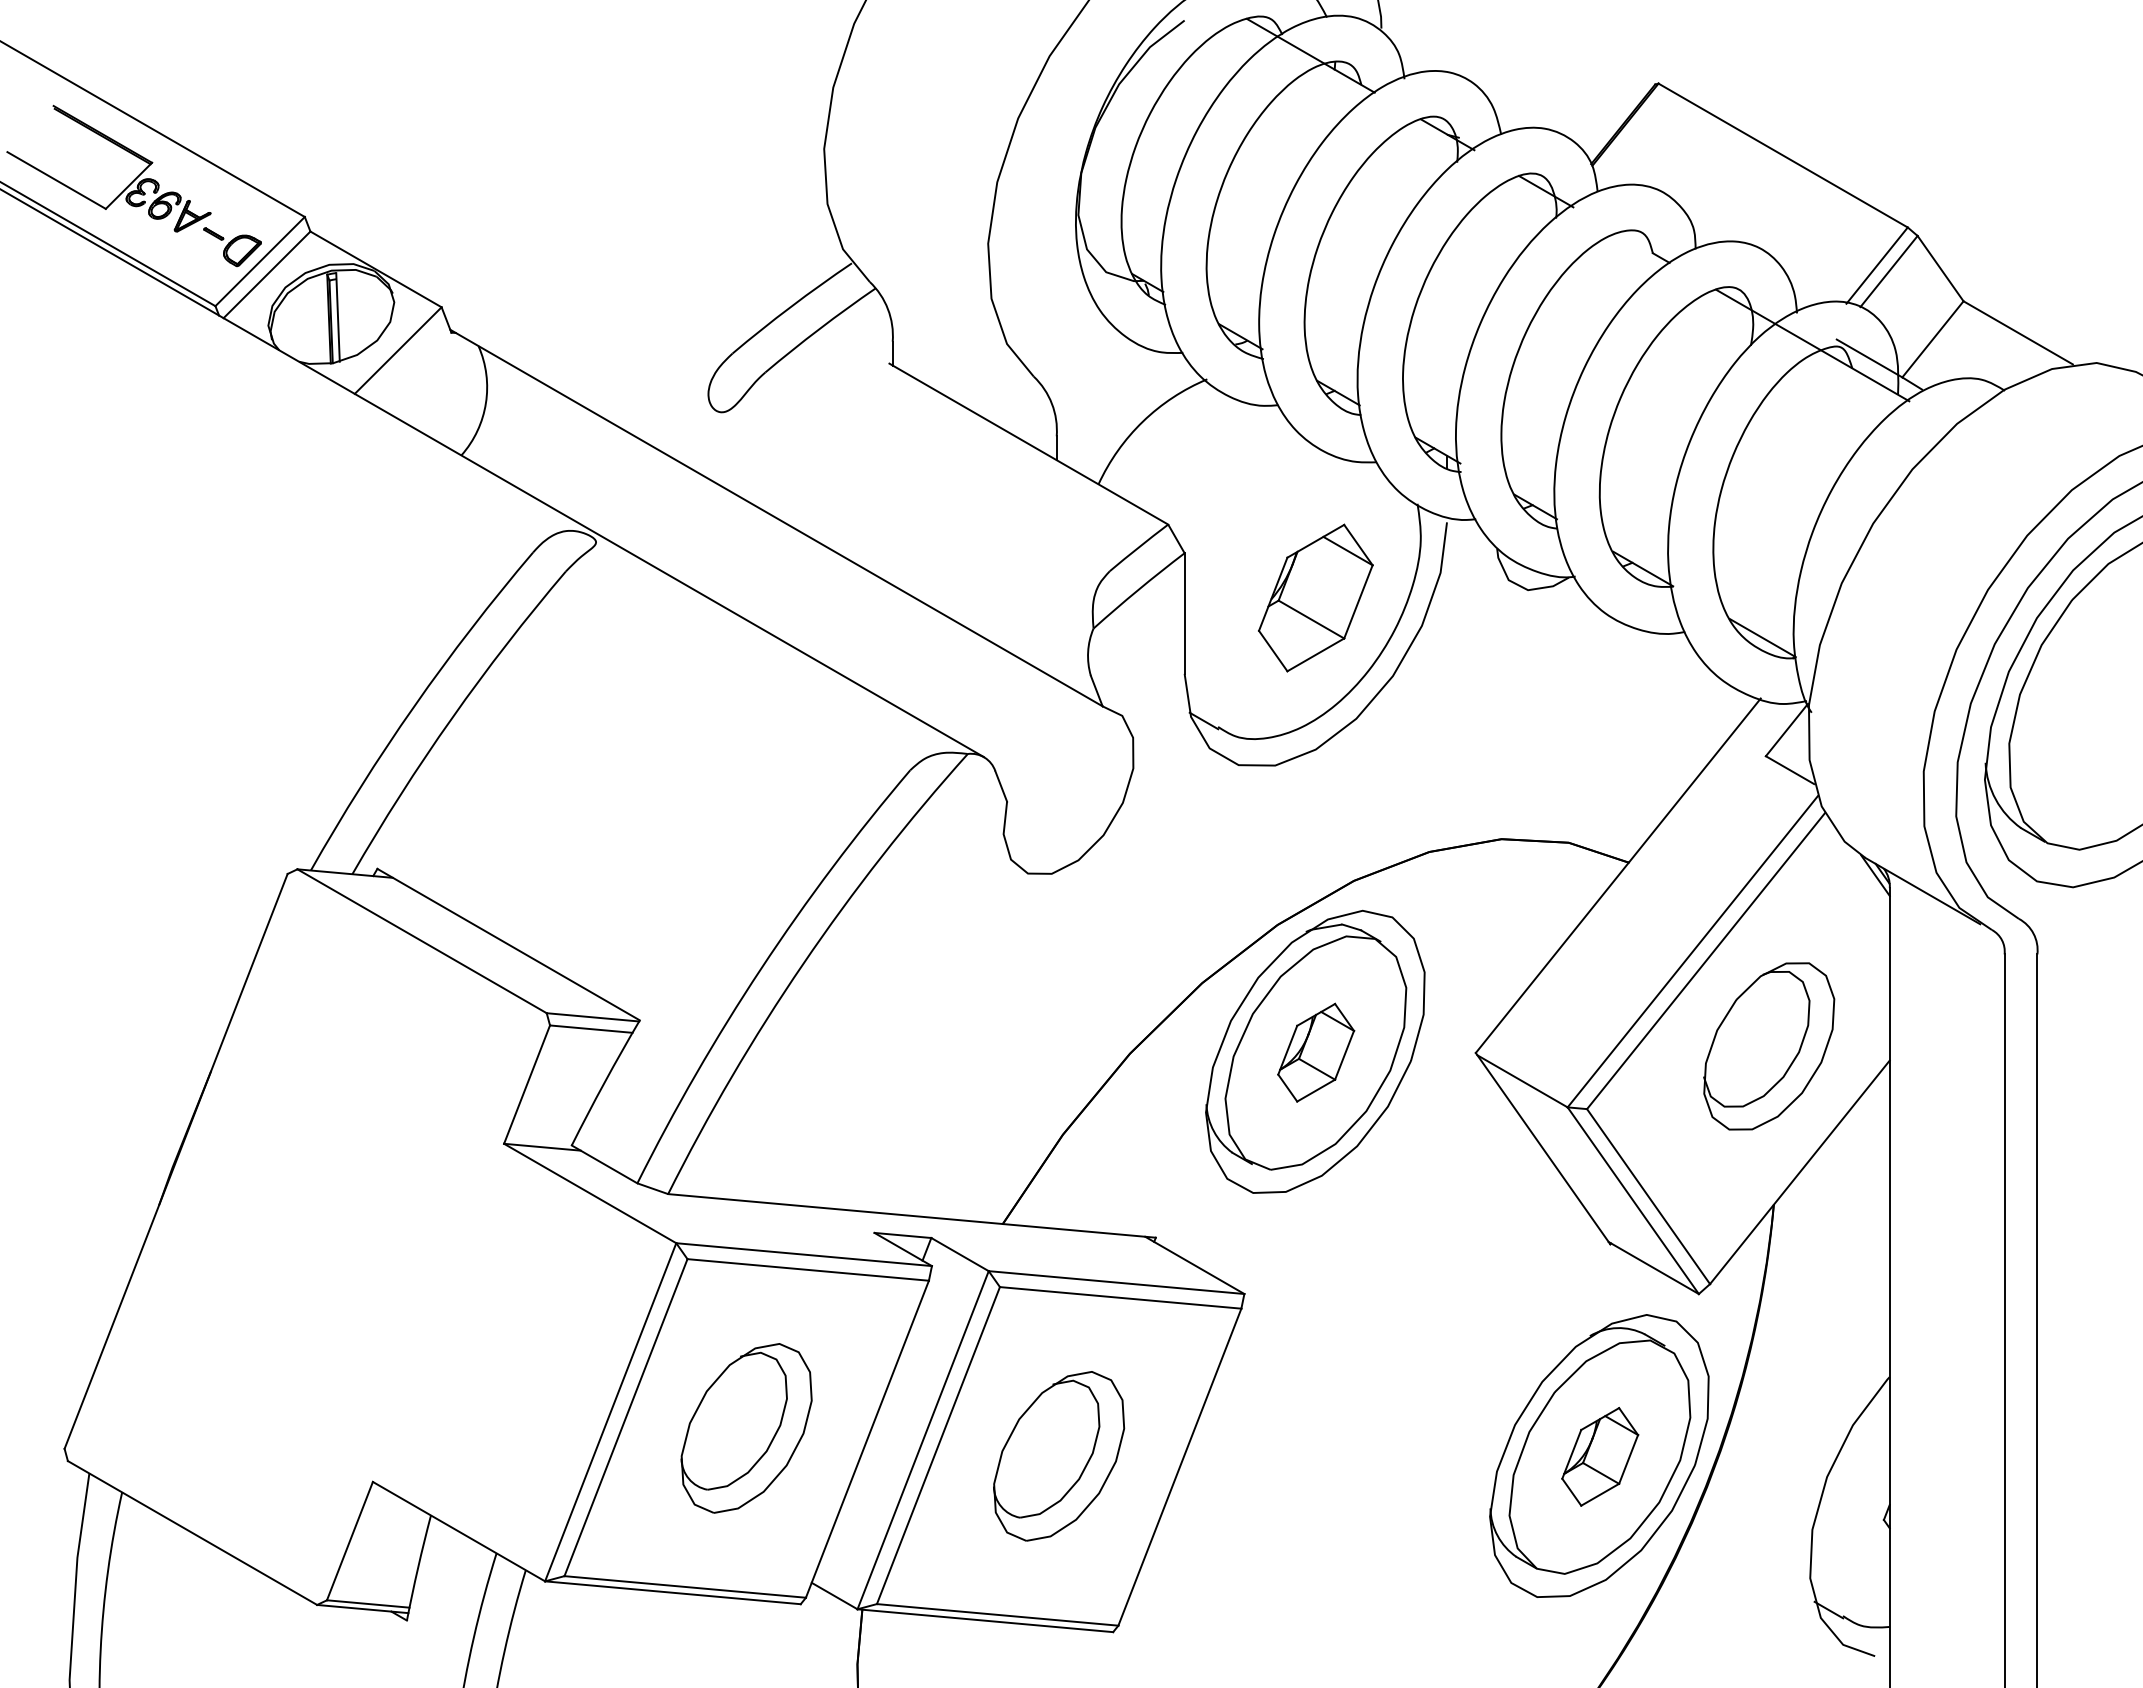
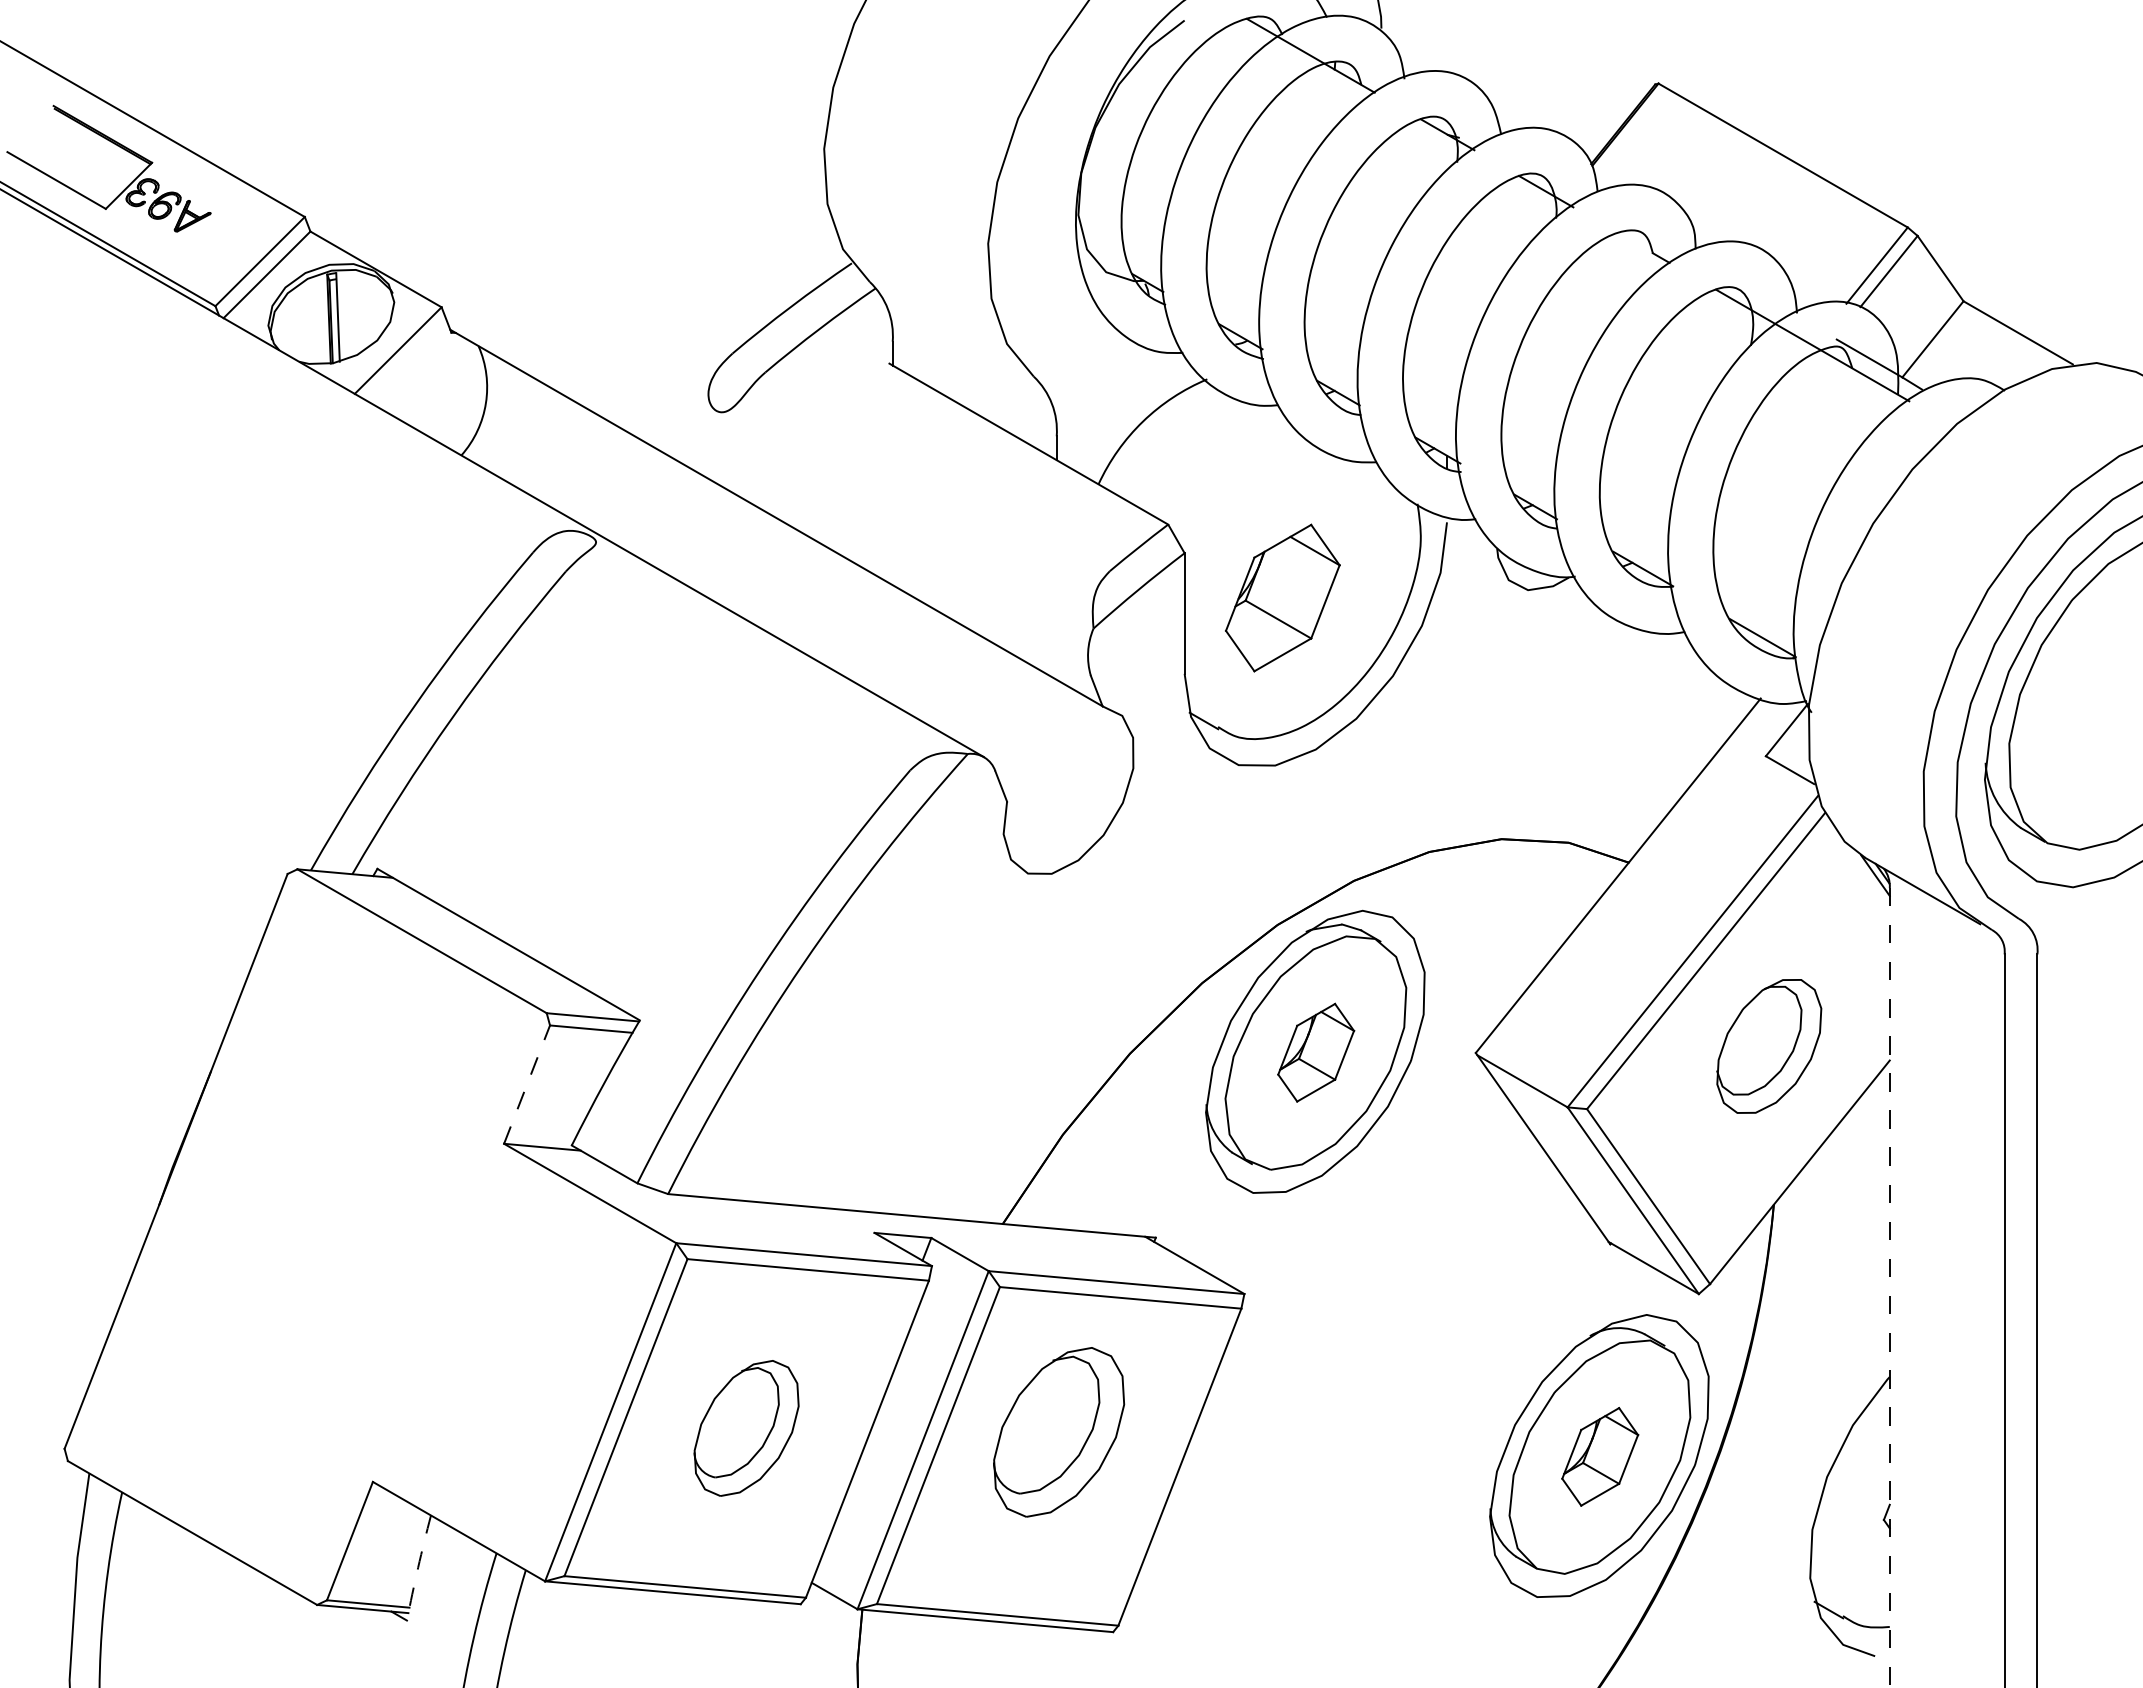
part at (232, 247): present -> none
part at (1315, 597) position: (1315, 597) -> (1282, 597)
part at (1769, 1046) size: 133x169 px -> 107x135 px
line at (527, 1084): solid -> dashed
line at (1889, 1288): solid -> dashed
part at (746, 1428) size: 133x171 px -> 107x137 px
part at (1059, 1456) position: (1059, 1456) -> (1059, 1432)
arc at (418, 1567): solid -> dashed
